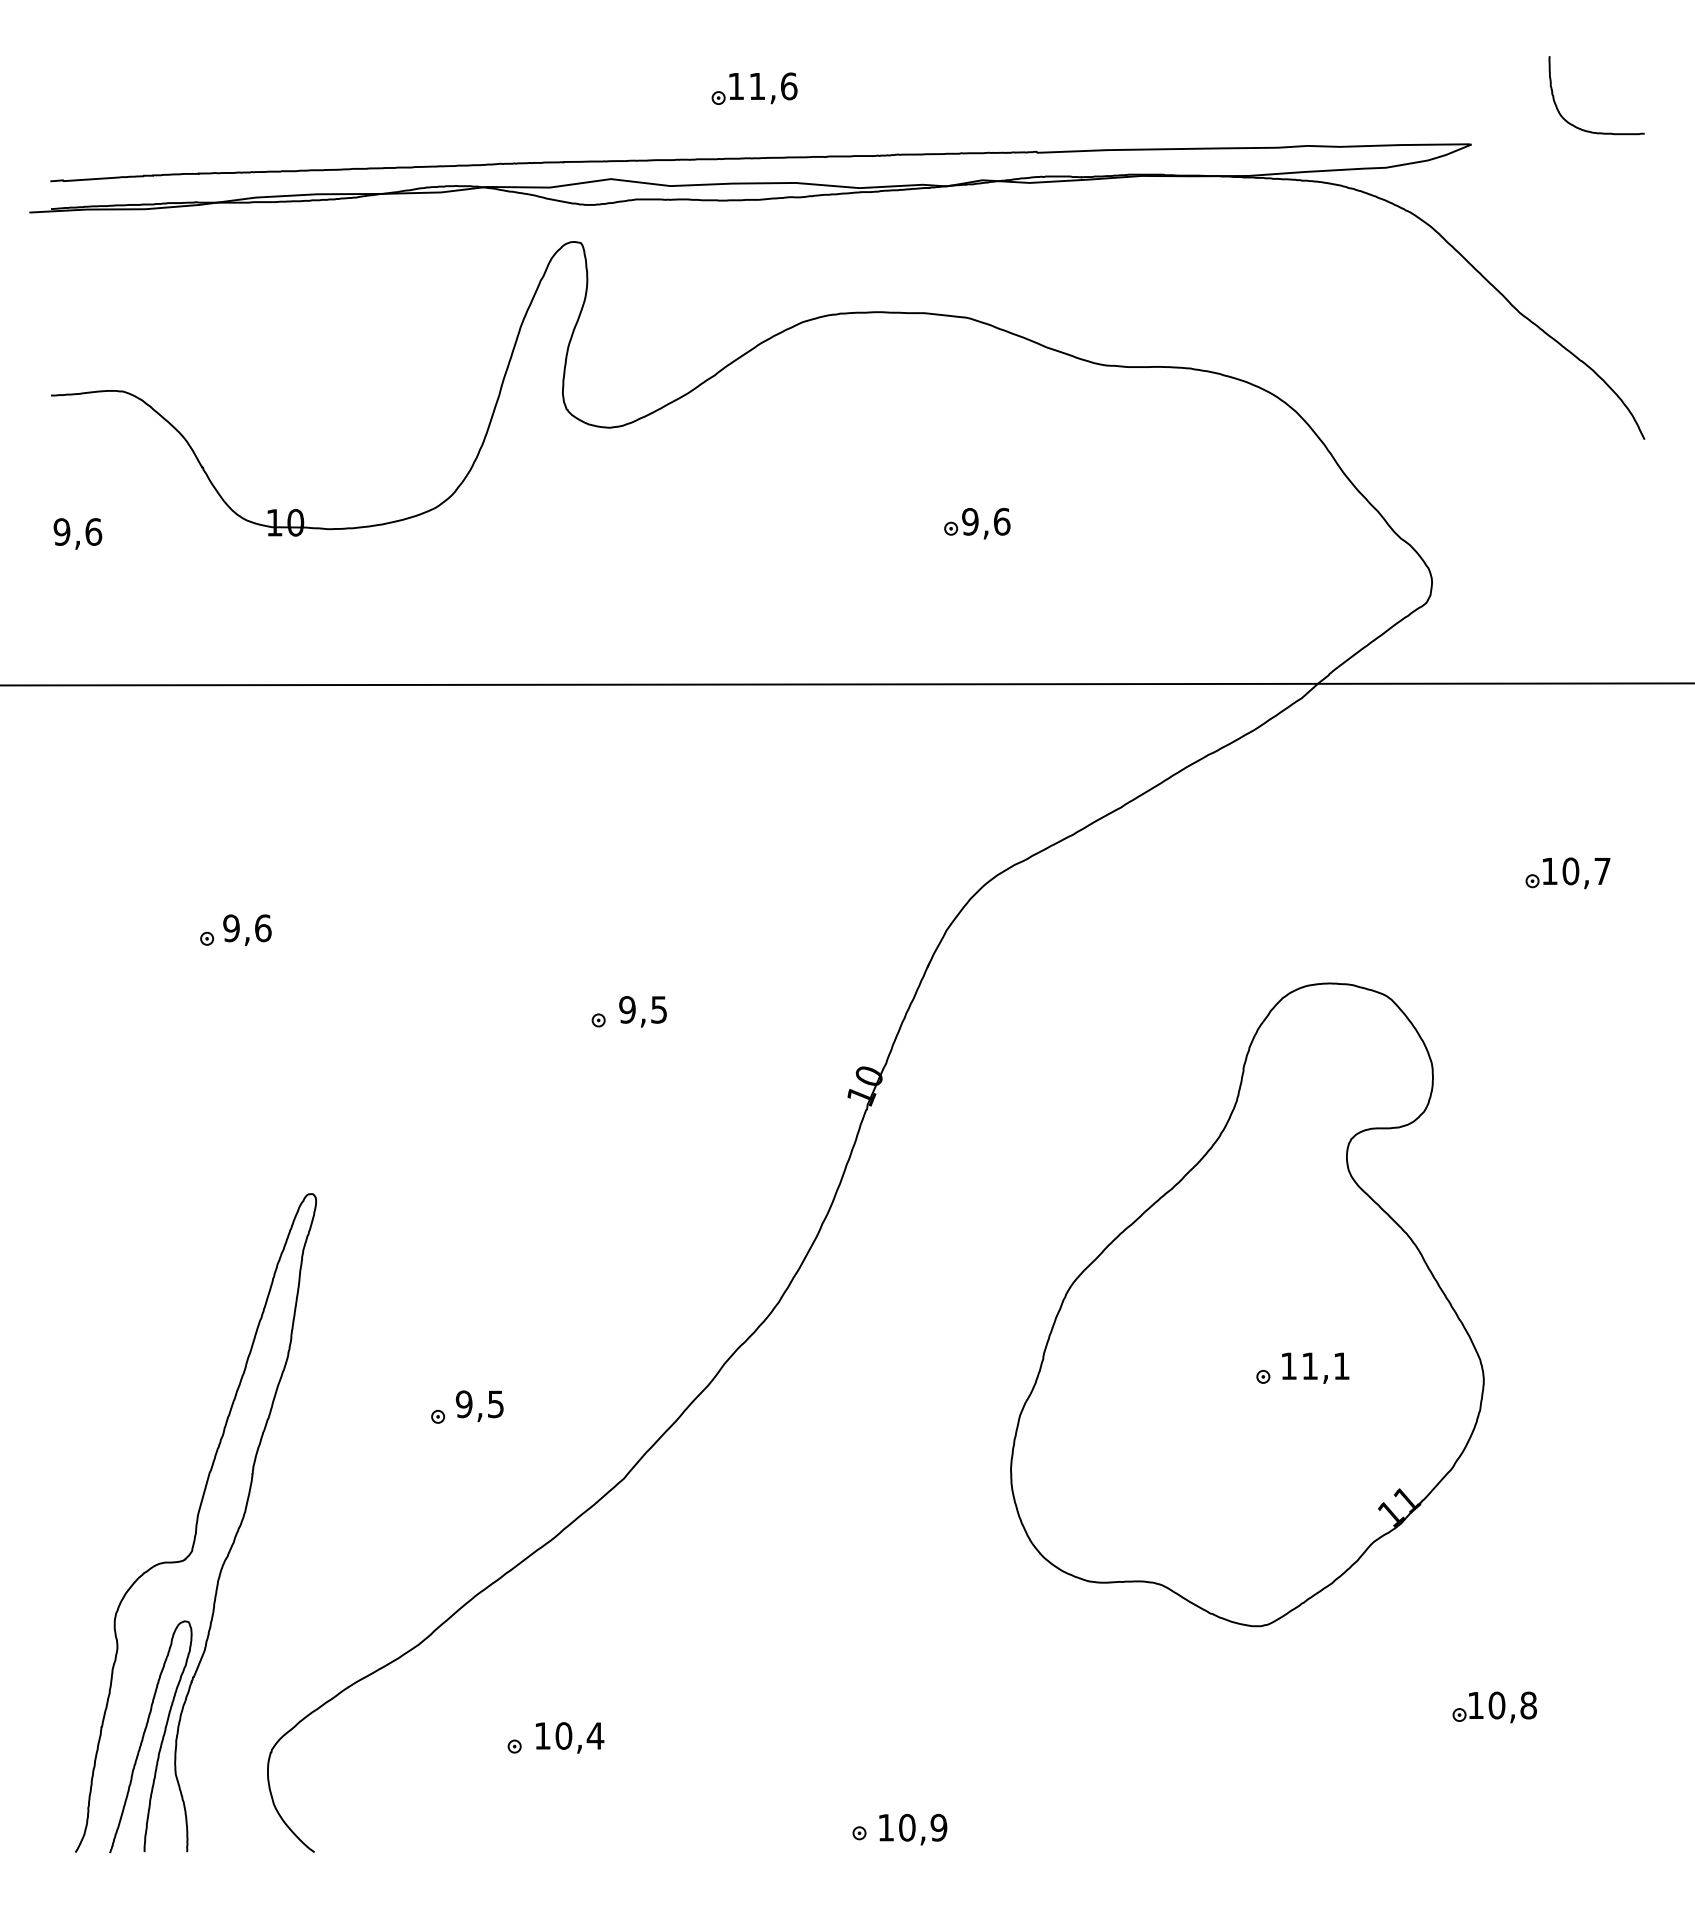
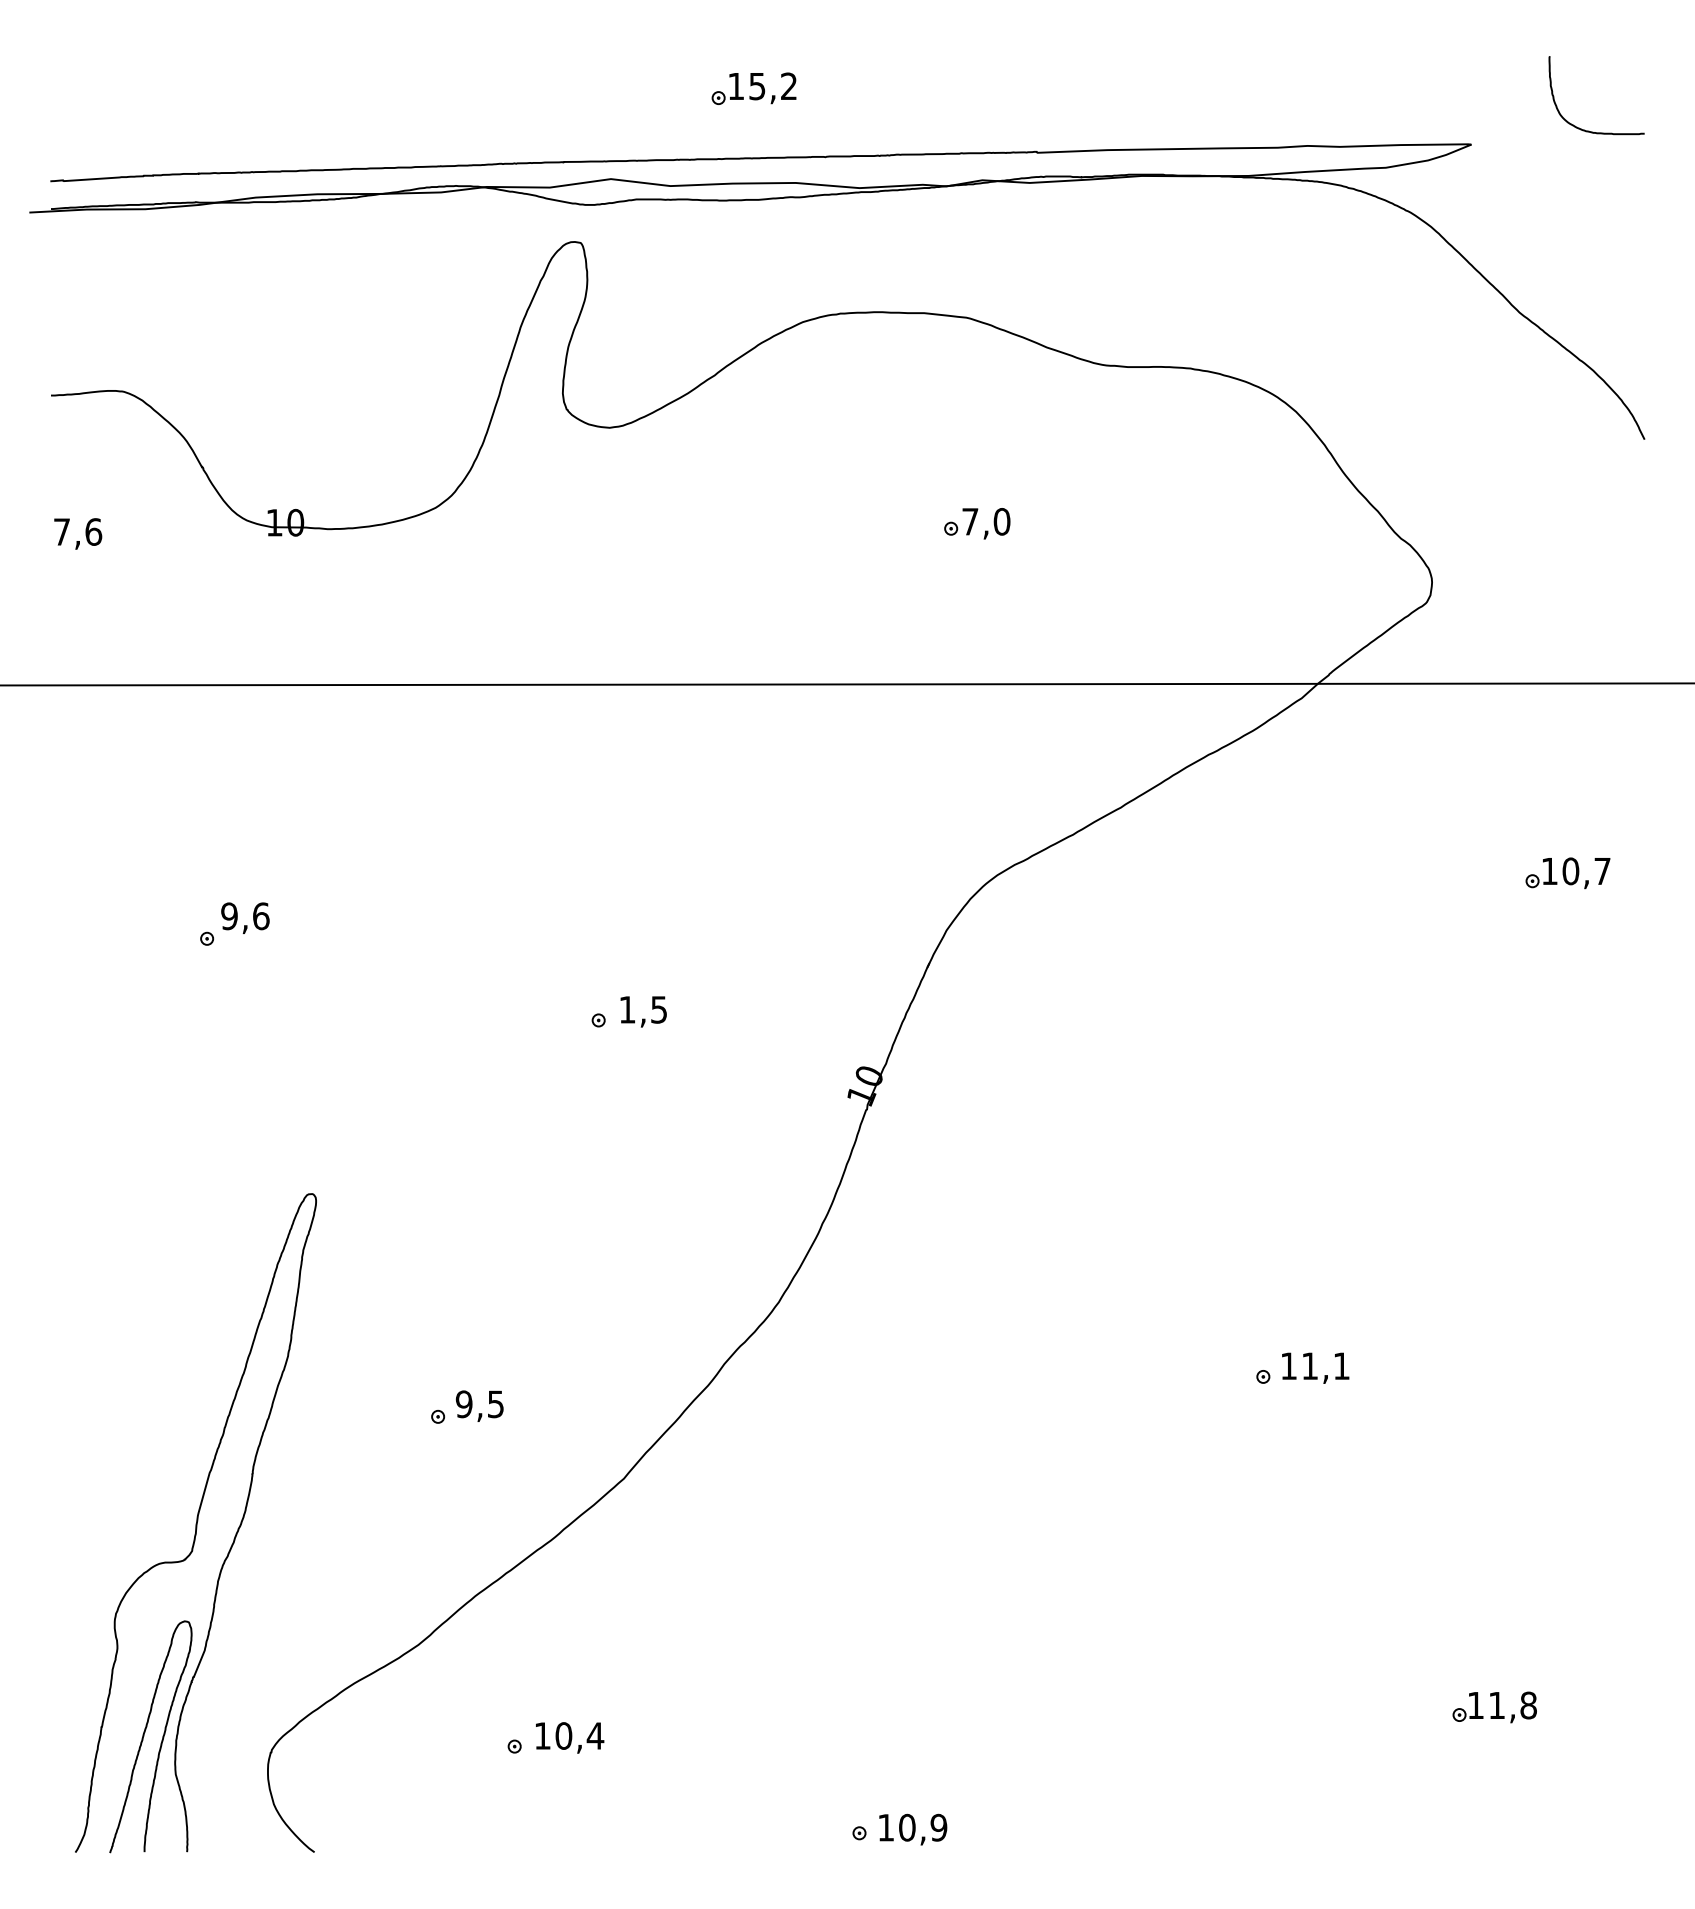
text at (773, 86): 11,6 -> 15,2
text at (986, 521): 9,6 -> 7,0
text at (61, 531): 9,6 -> 7,6
text at (247, 929) position: (247, 929) -> (245, 917)
text at (627, 1009): 9,5 -> 1,5
part at (1247, 1304): present -> none
text at (1496, 1705): 10,8 -> 11,8
